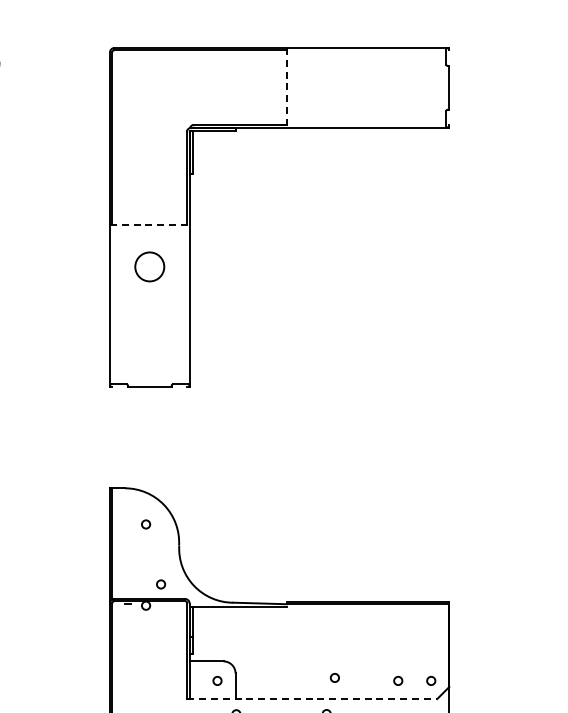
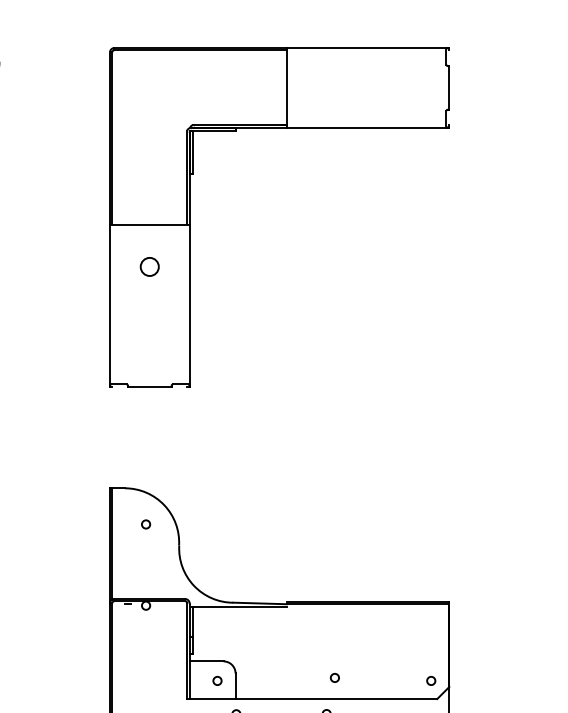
line at (286, 87): dashed -> solid
line at (149, 224): dashed -> solid
circle at (149, 266) diameter: 29 px -> 18 px
circle at (161, 584): present -> none
circle at (398, 680): present -> none
line at (312, 699): dashed -> solid
